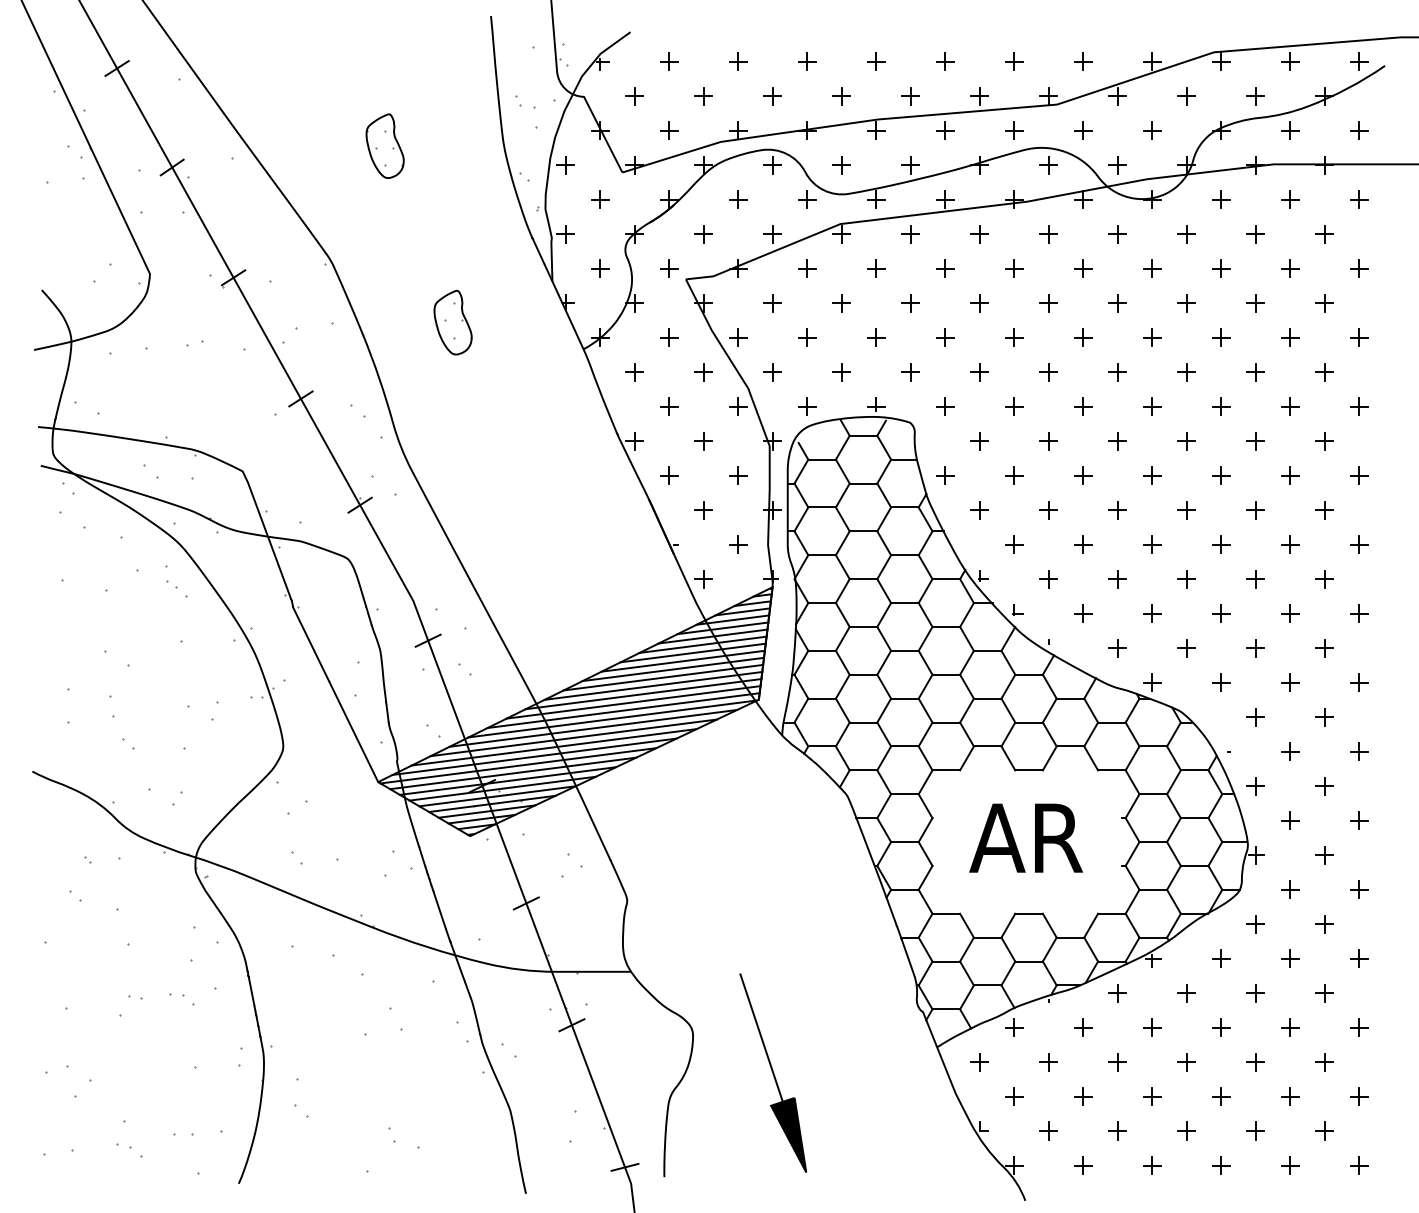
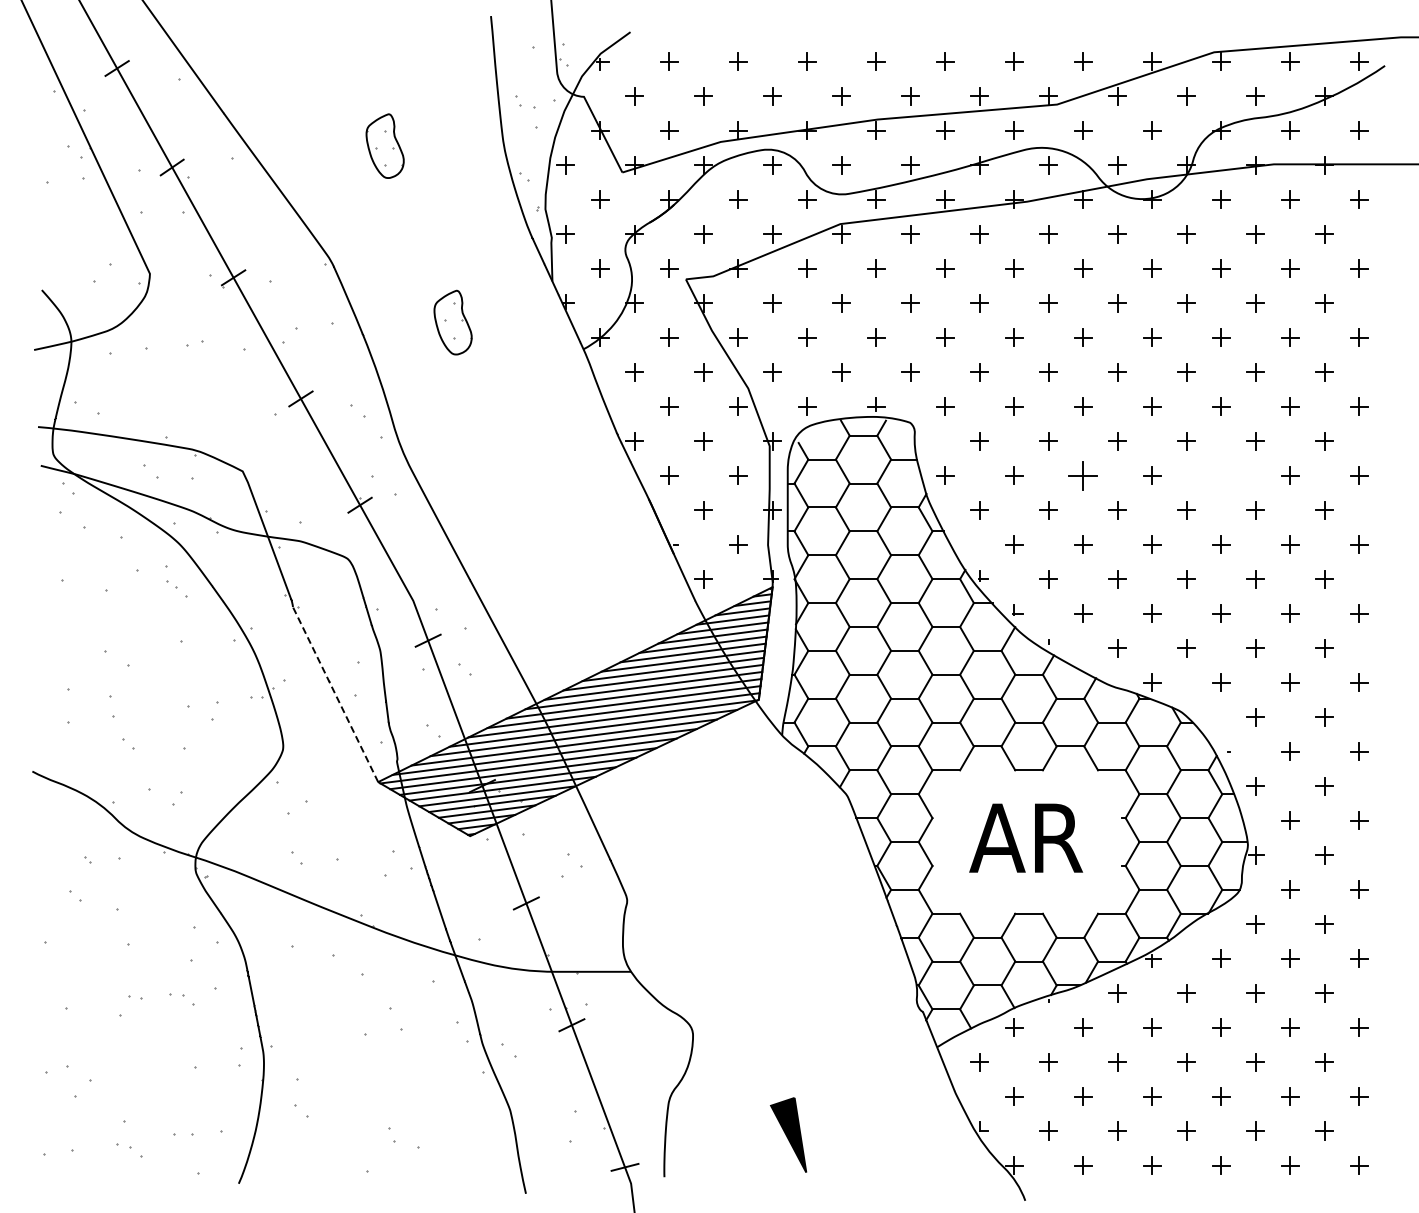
part at (1083, 475) size: 19x19 px -> 30x30 px
part at (1221, 475): present -> none
line at (335, 694): solid -> dashed
line at (761, 1037): present -> none
